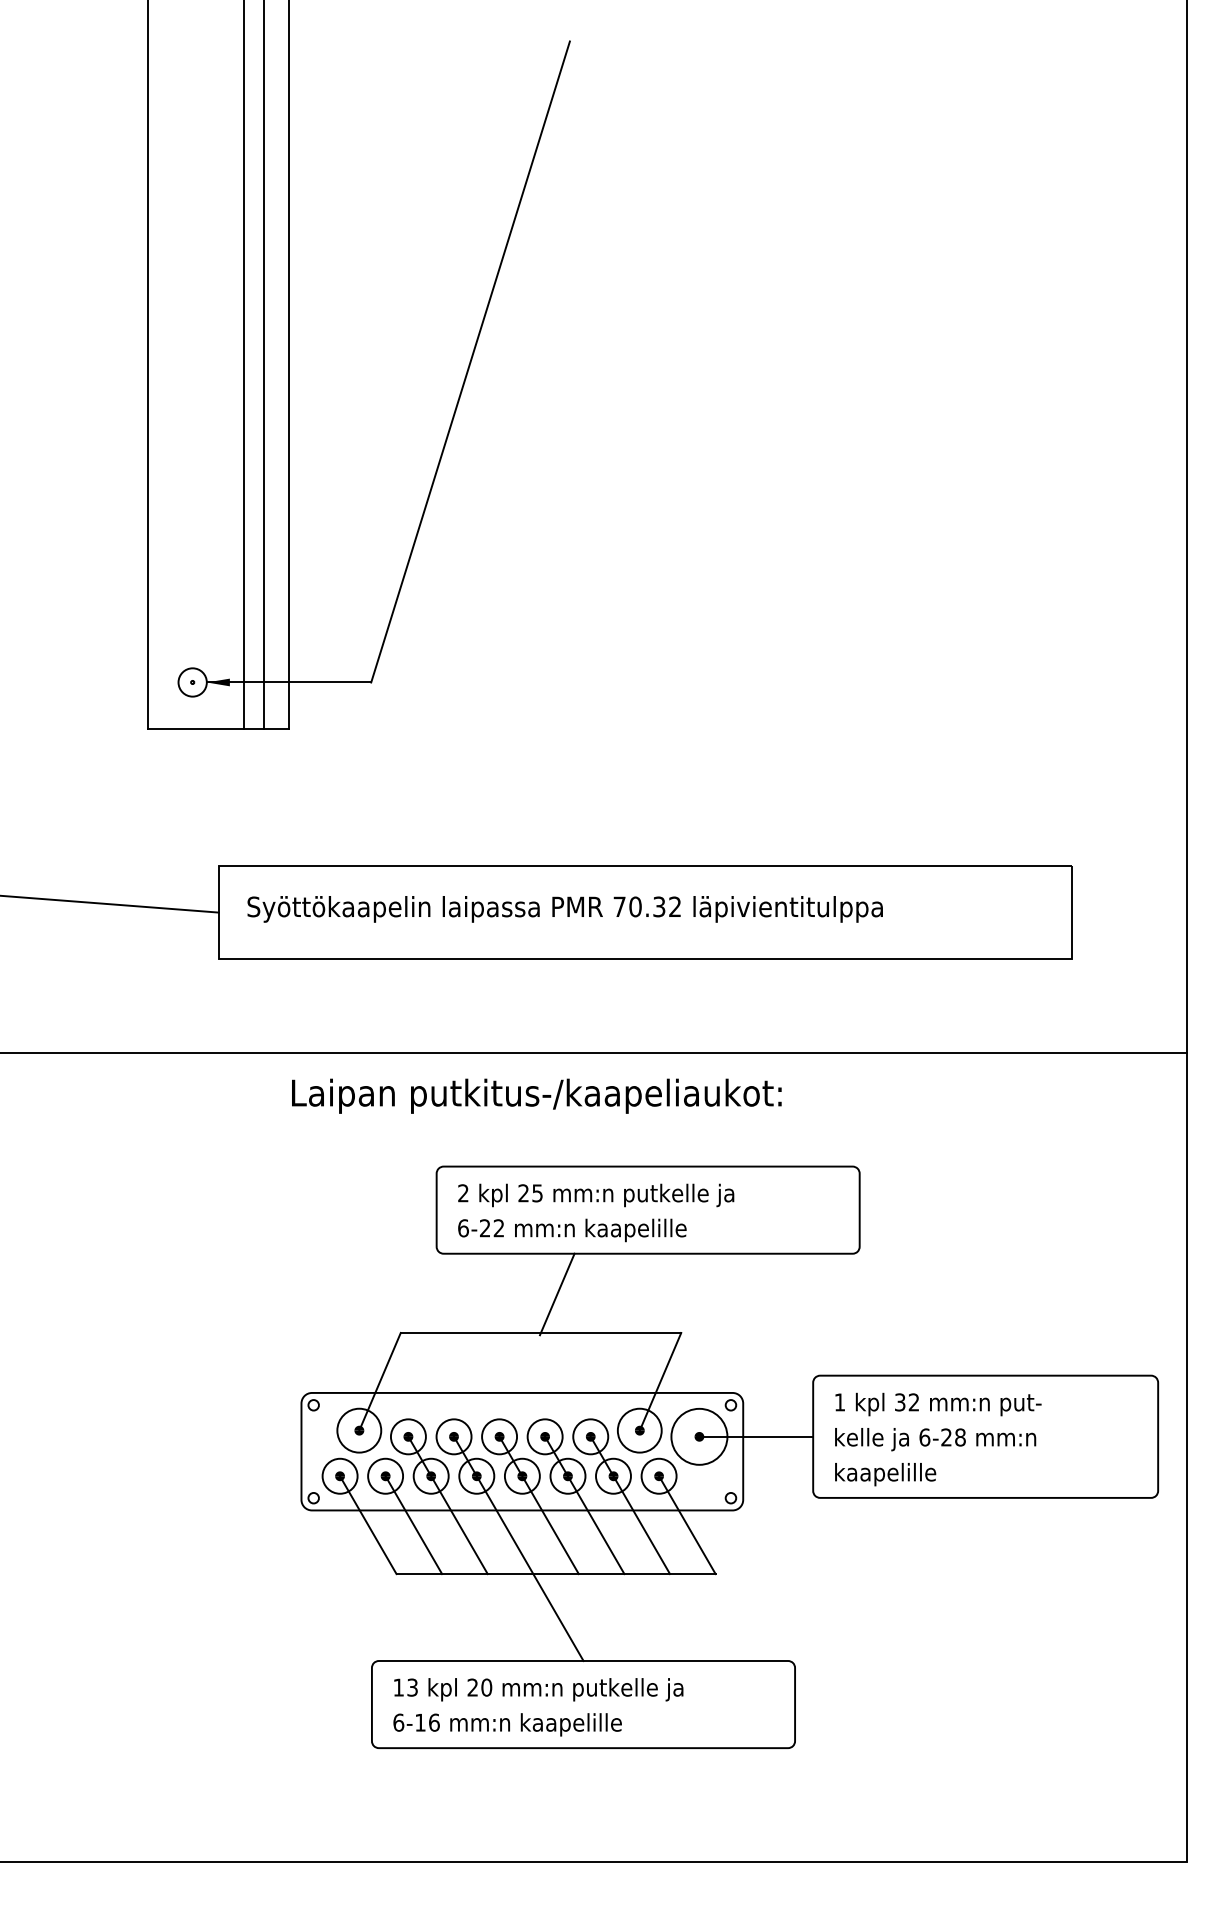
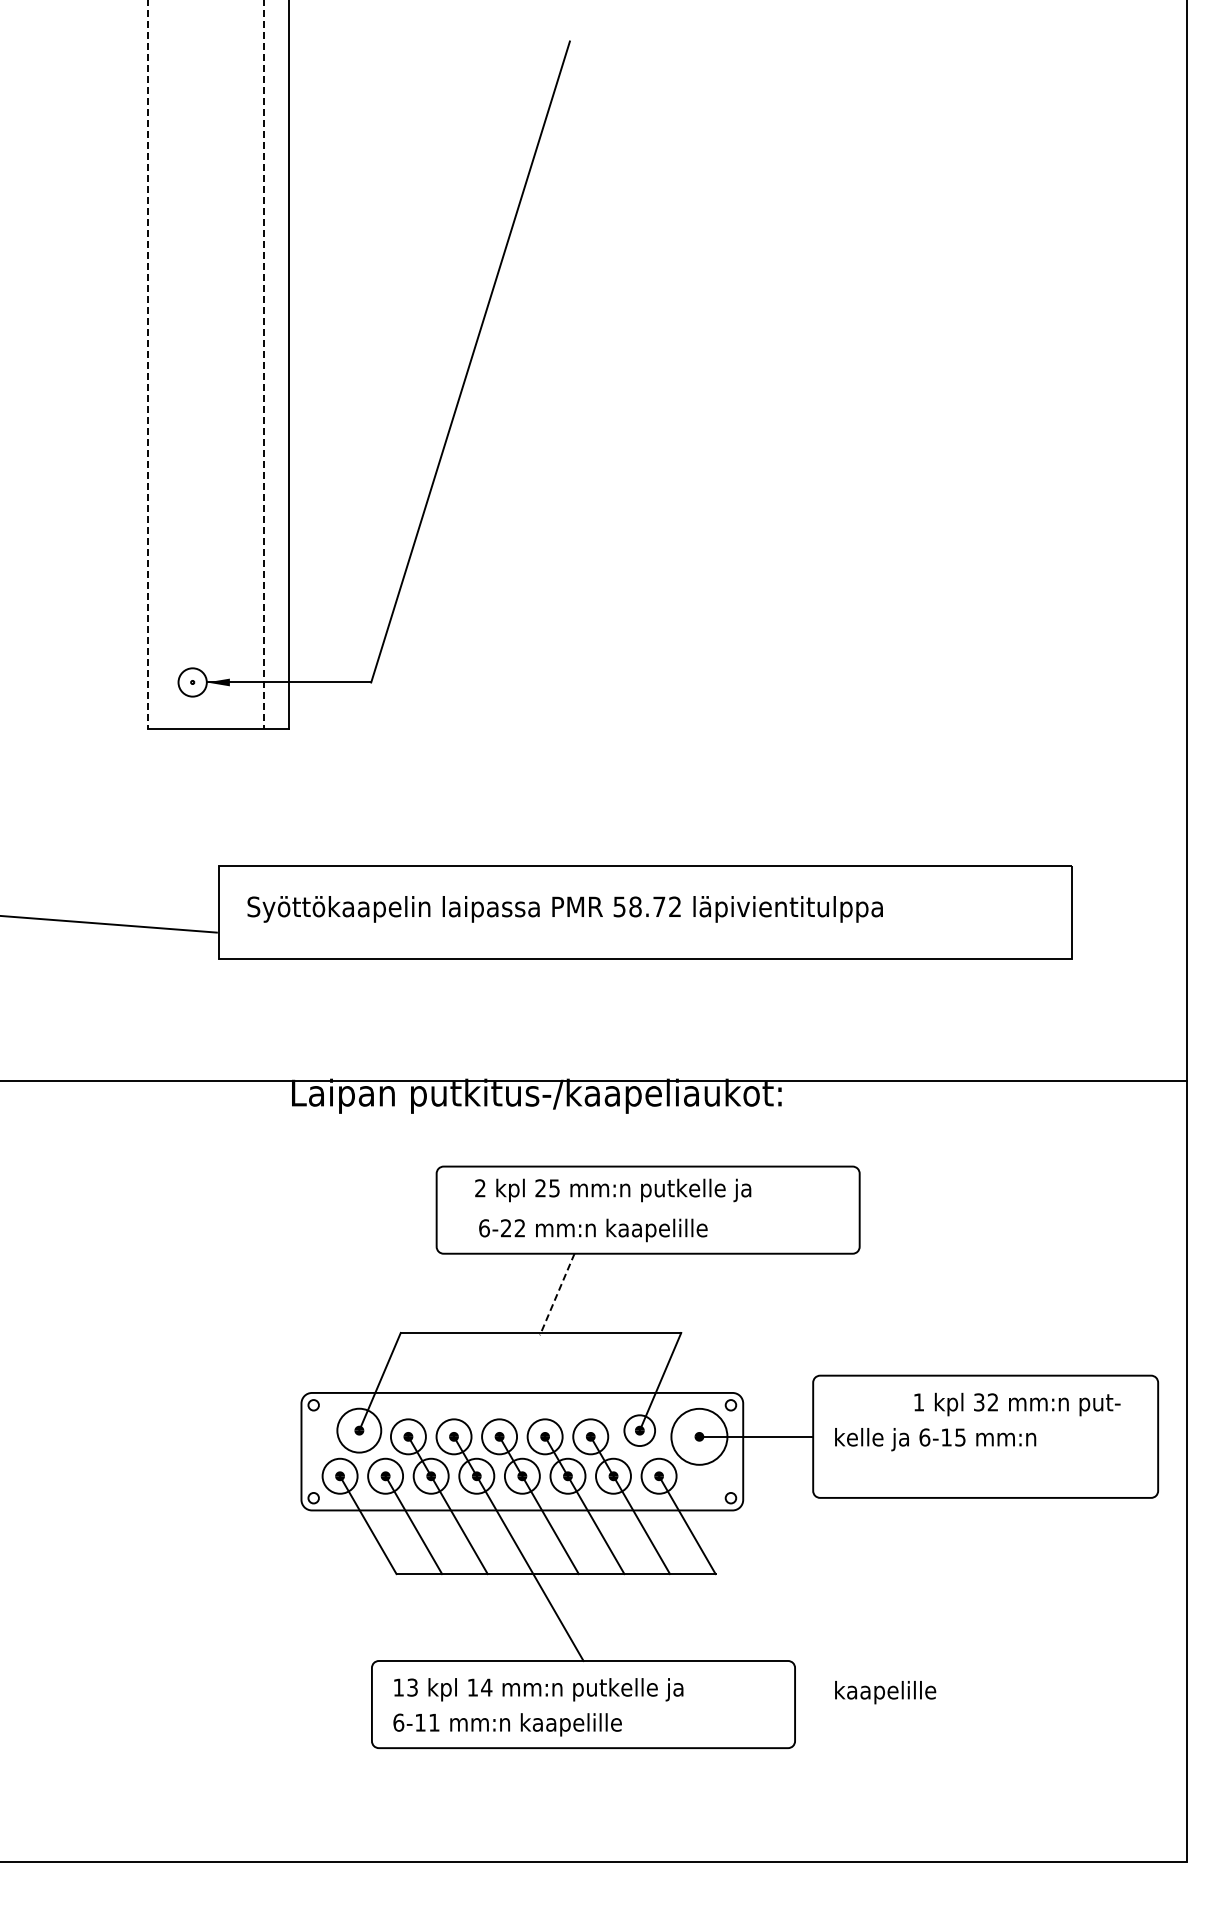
line at (147, 364): solid -> dashed
line at (264, 364): solid -> dashed
line at (243, 365): present -> none
line at (110, 903) position: (110, 903) -> (109, 924)
text at (639, 906): 70.32 -> 58.72
line at (594, 1052) position: (594, 1052) -> (594, 1080)
text at (596, 1195) position: (596, 1195) -> (613, 1190)
text at (572, 1230) position: (572, 1230) -> (593, 1230)
line at (557, 1294): solid -> dashed
text at (938, 1404) position: (938, 1404) -> (1017, 1404)
circle at (639, 1430) diameter: 44 px -> 31 px
text at (953, 1437): 6-28 -> 6-15
text at (885, 1474) position: (885, 1474) -> (885, 1692)
text at (479, 1687): 20 -> 14
text at (434, 1722): 6-16 -> 6-11
